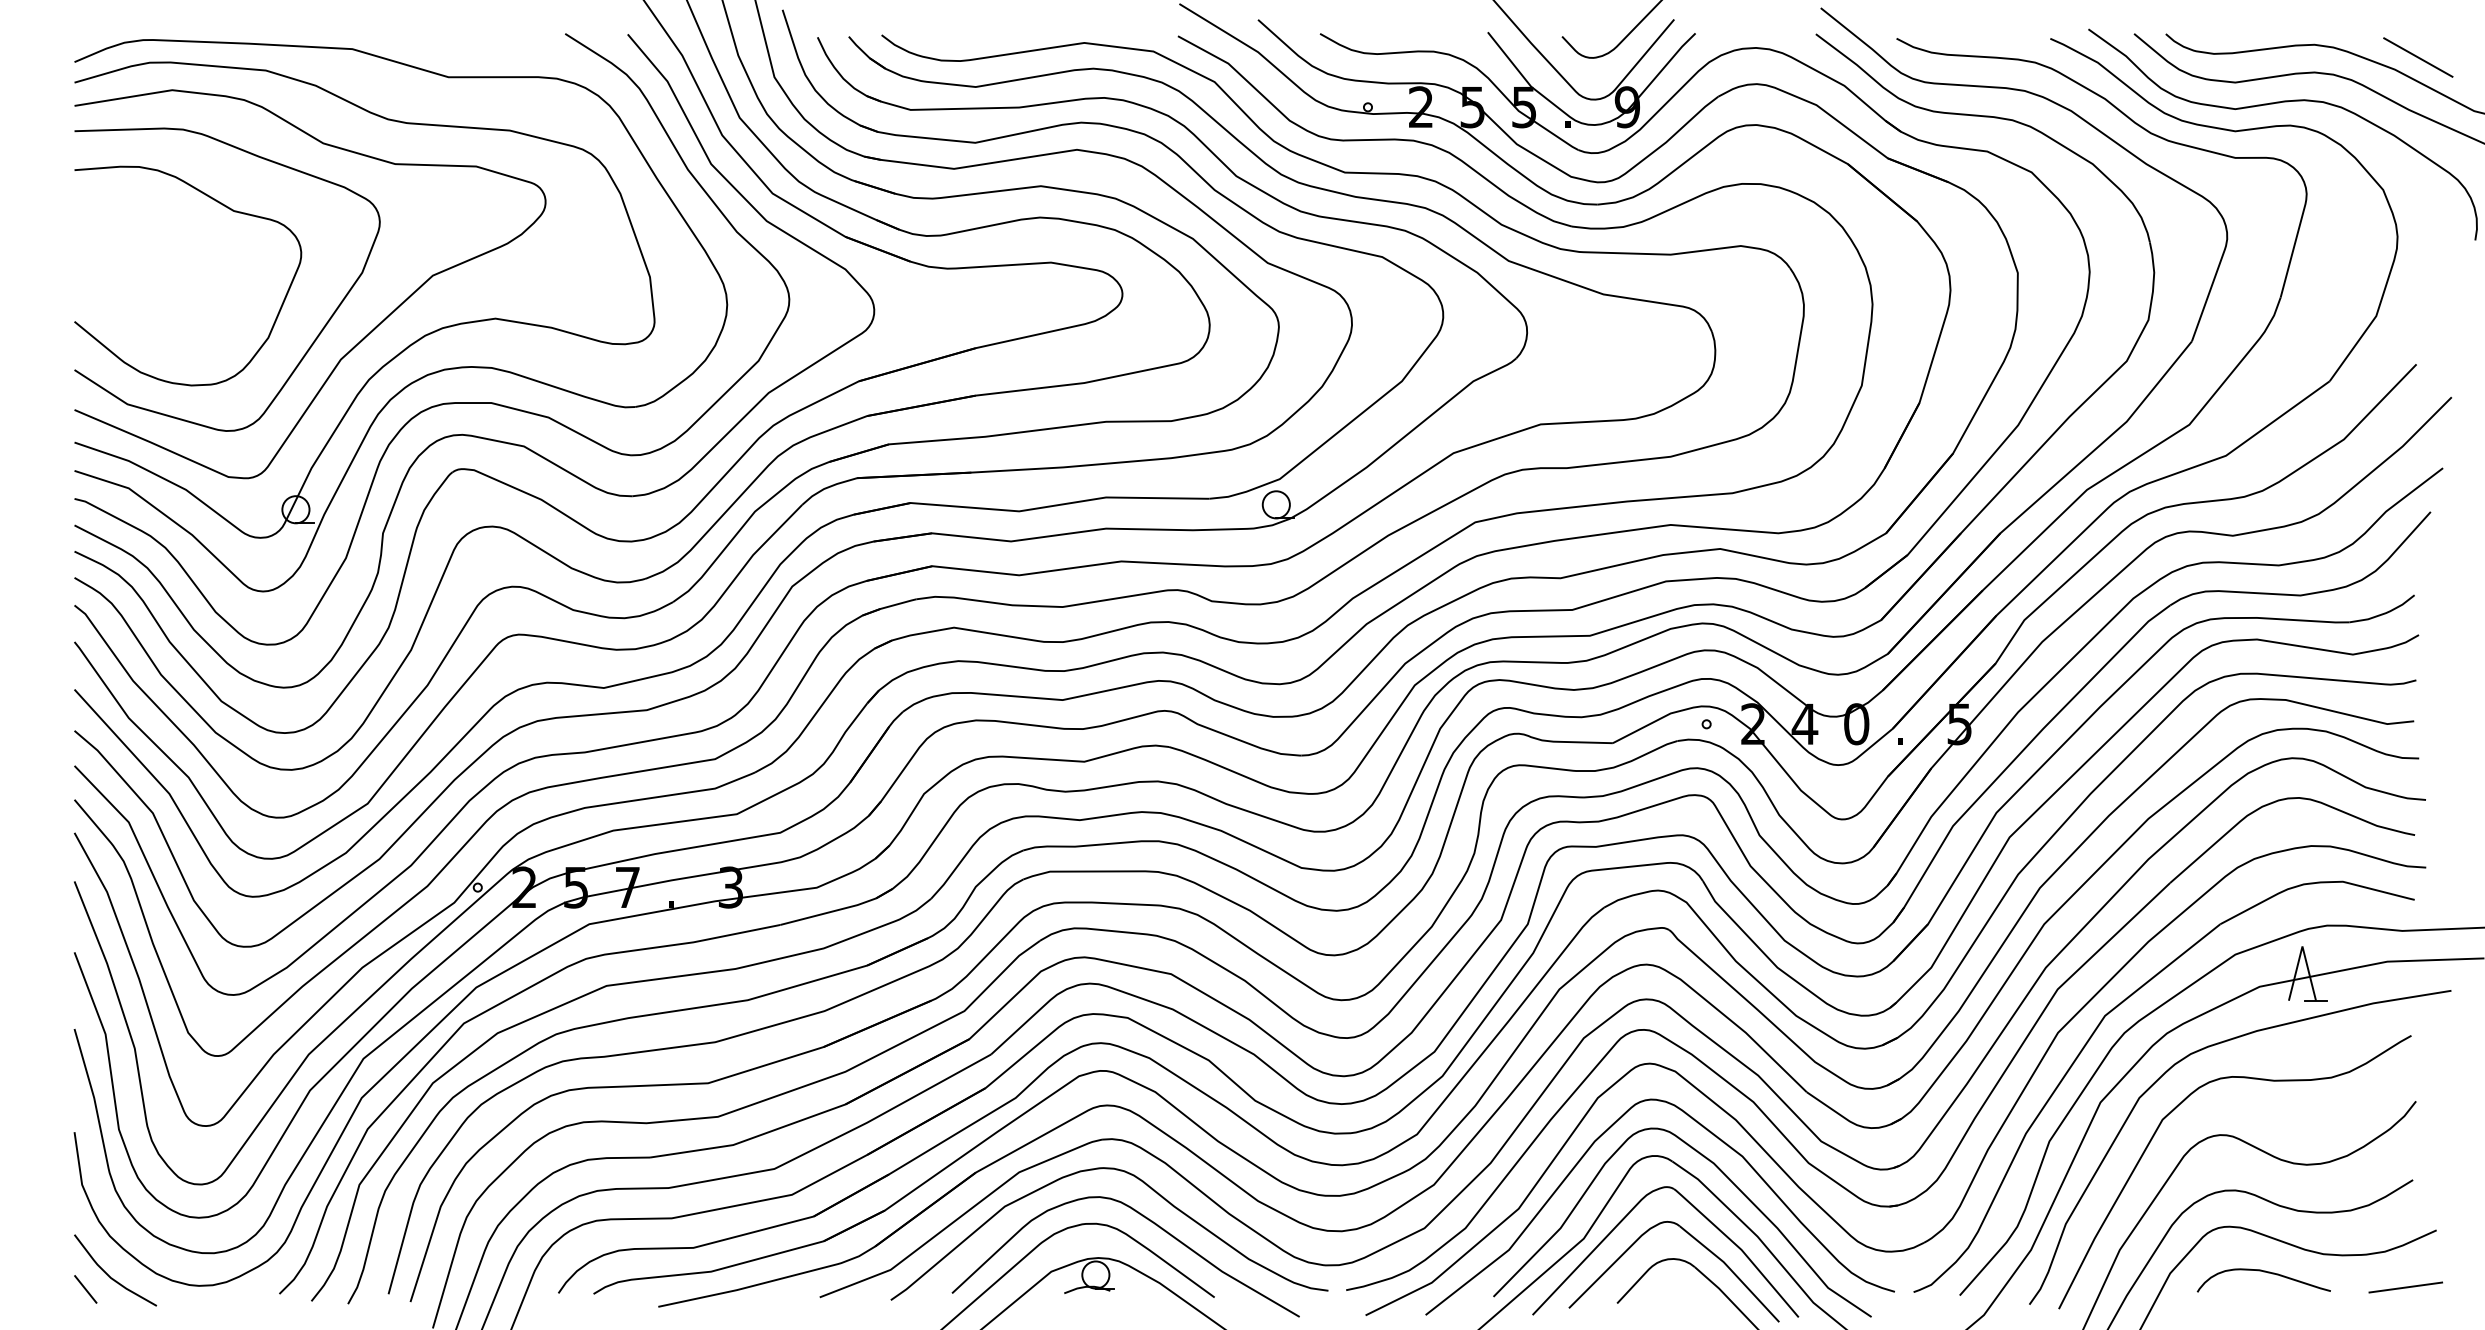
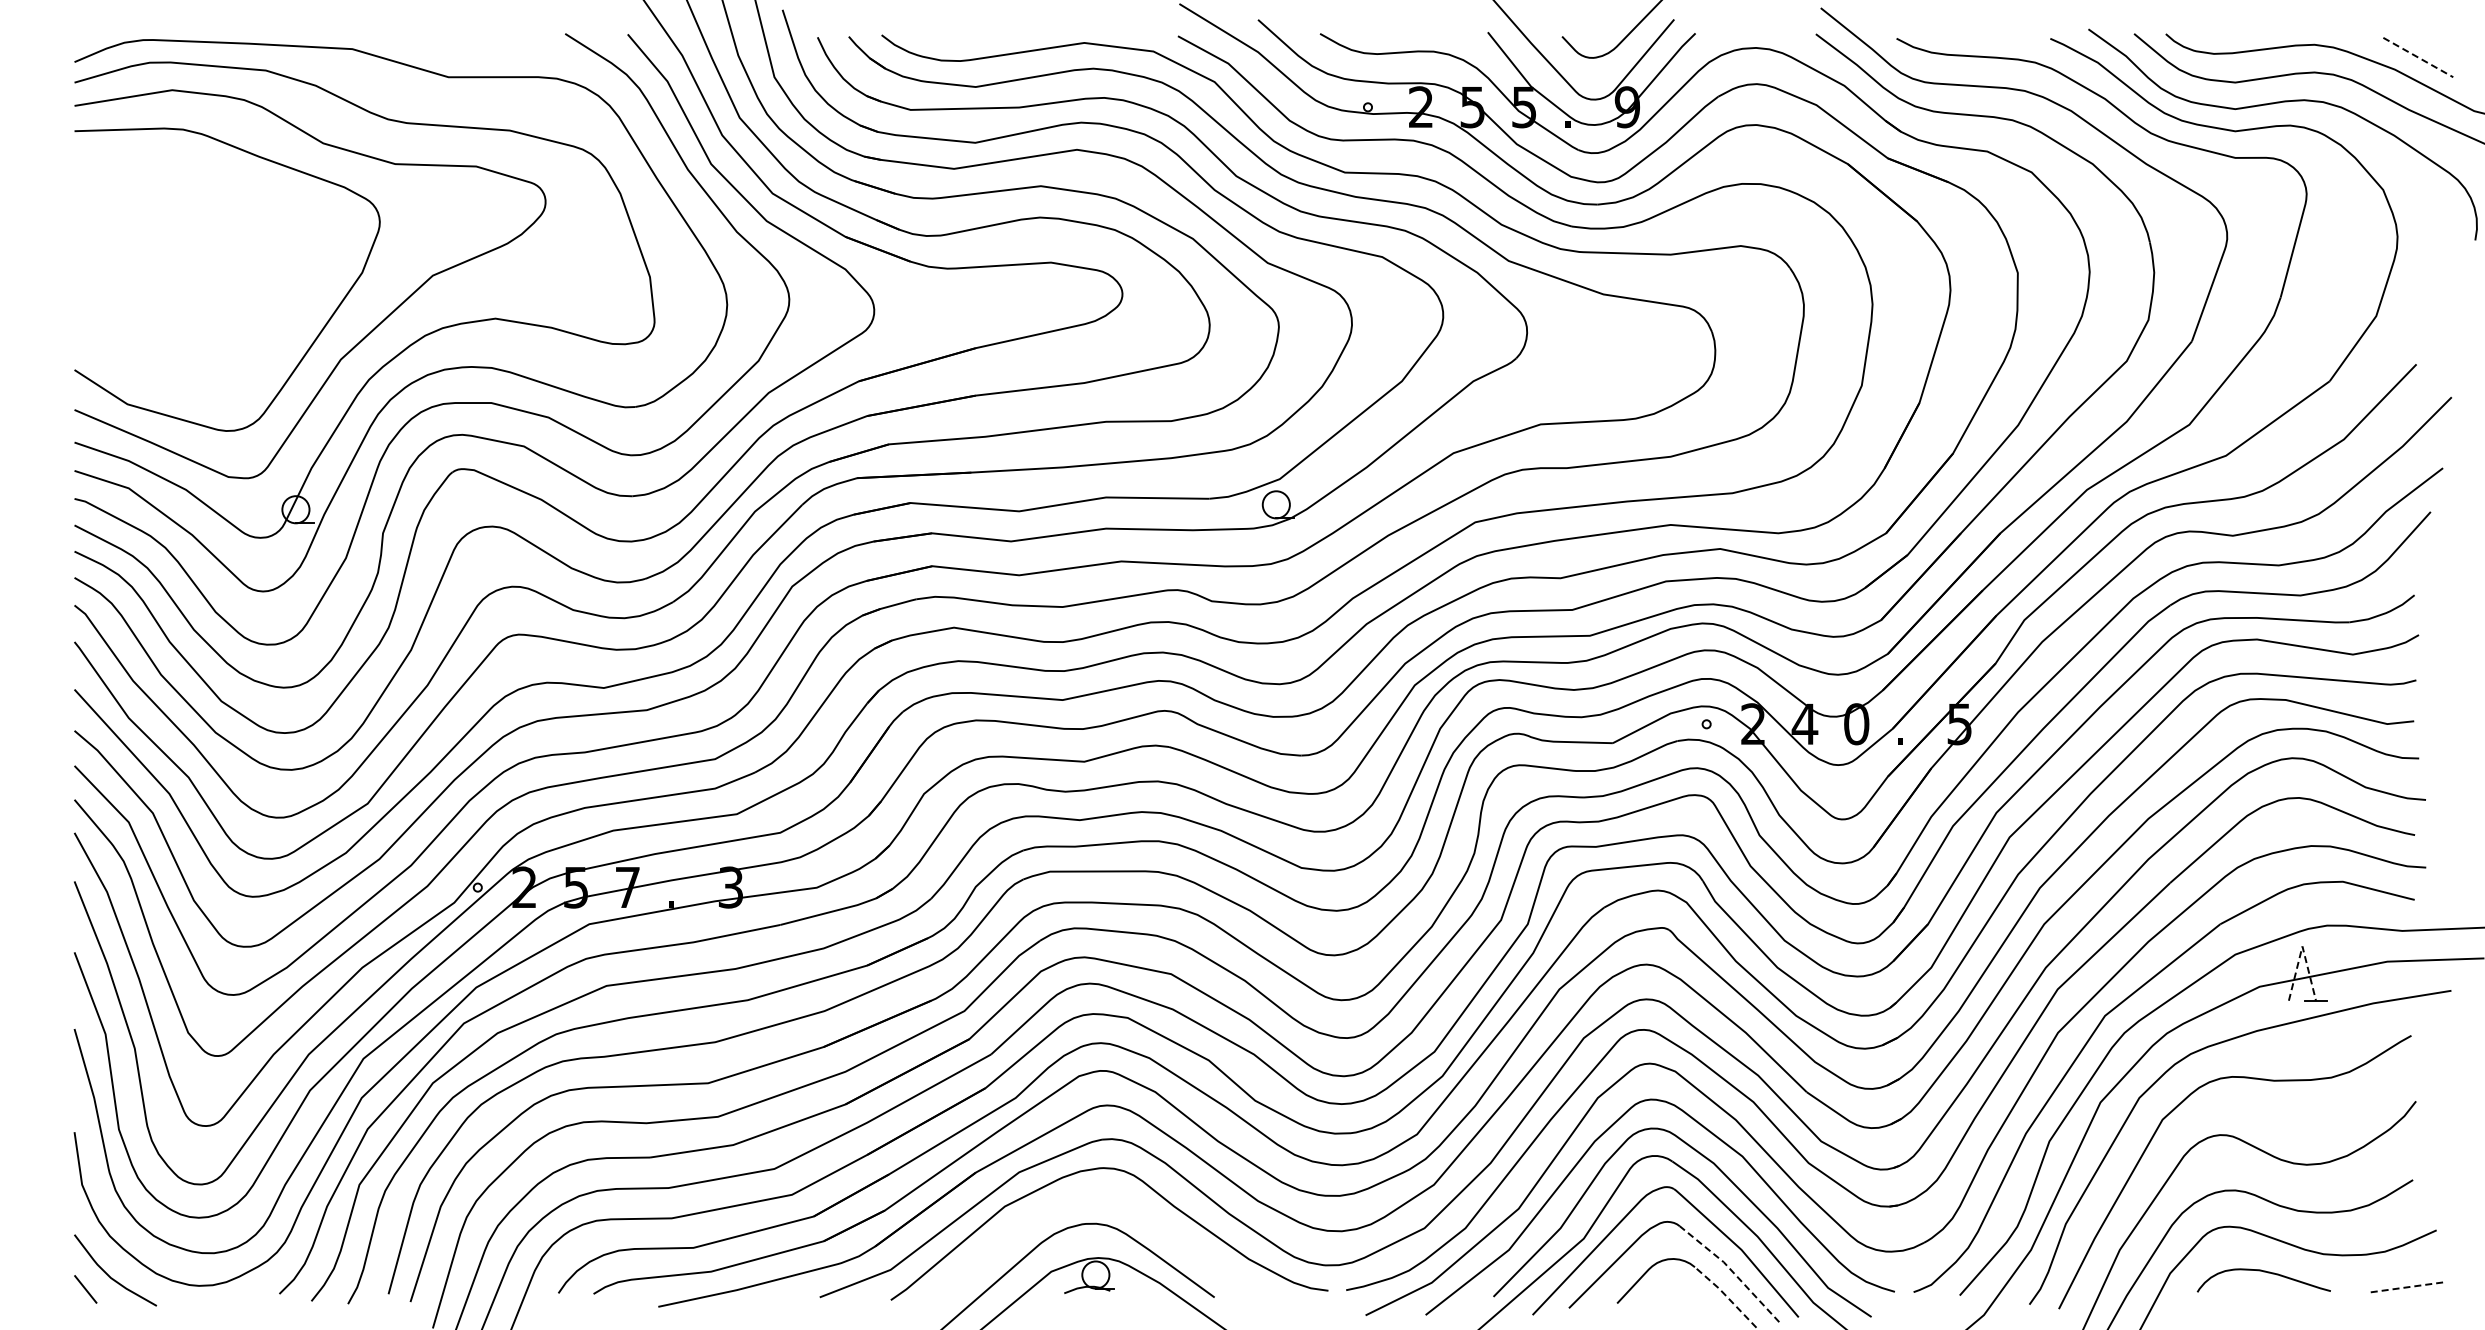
line at (2418, 57): solid -> dashed
curve at (230, 210): present -> none
line at (2302, 946): solid -> dashed
curve at (1149, 1221): present -> none
line at (1731, 1270): solid -> dashed
line at (2405, 1287): solid -> dashed
line at (1726, 1296): solid -> dashed
